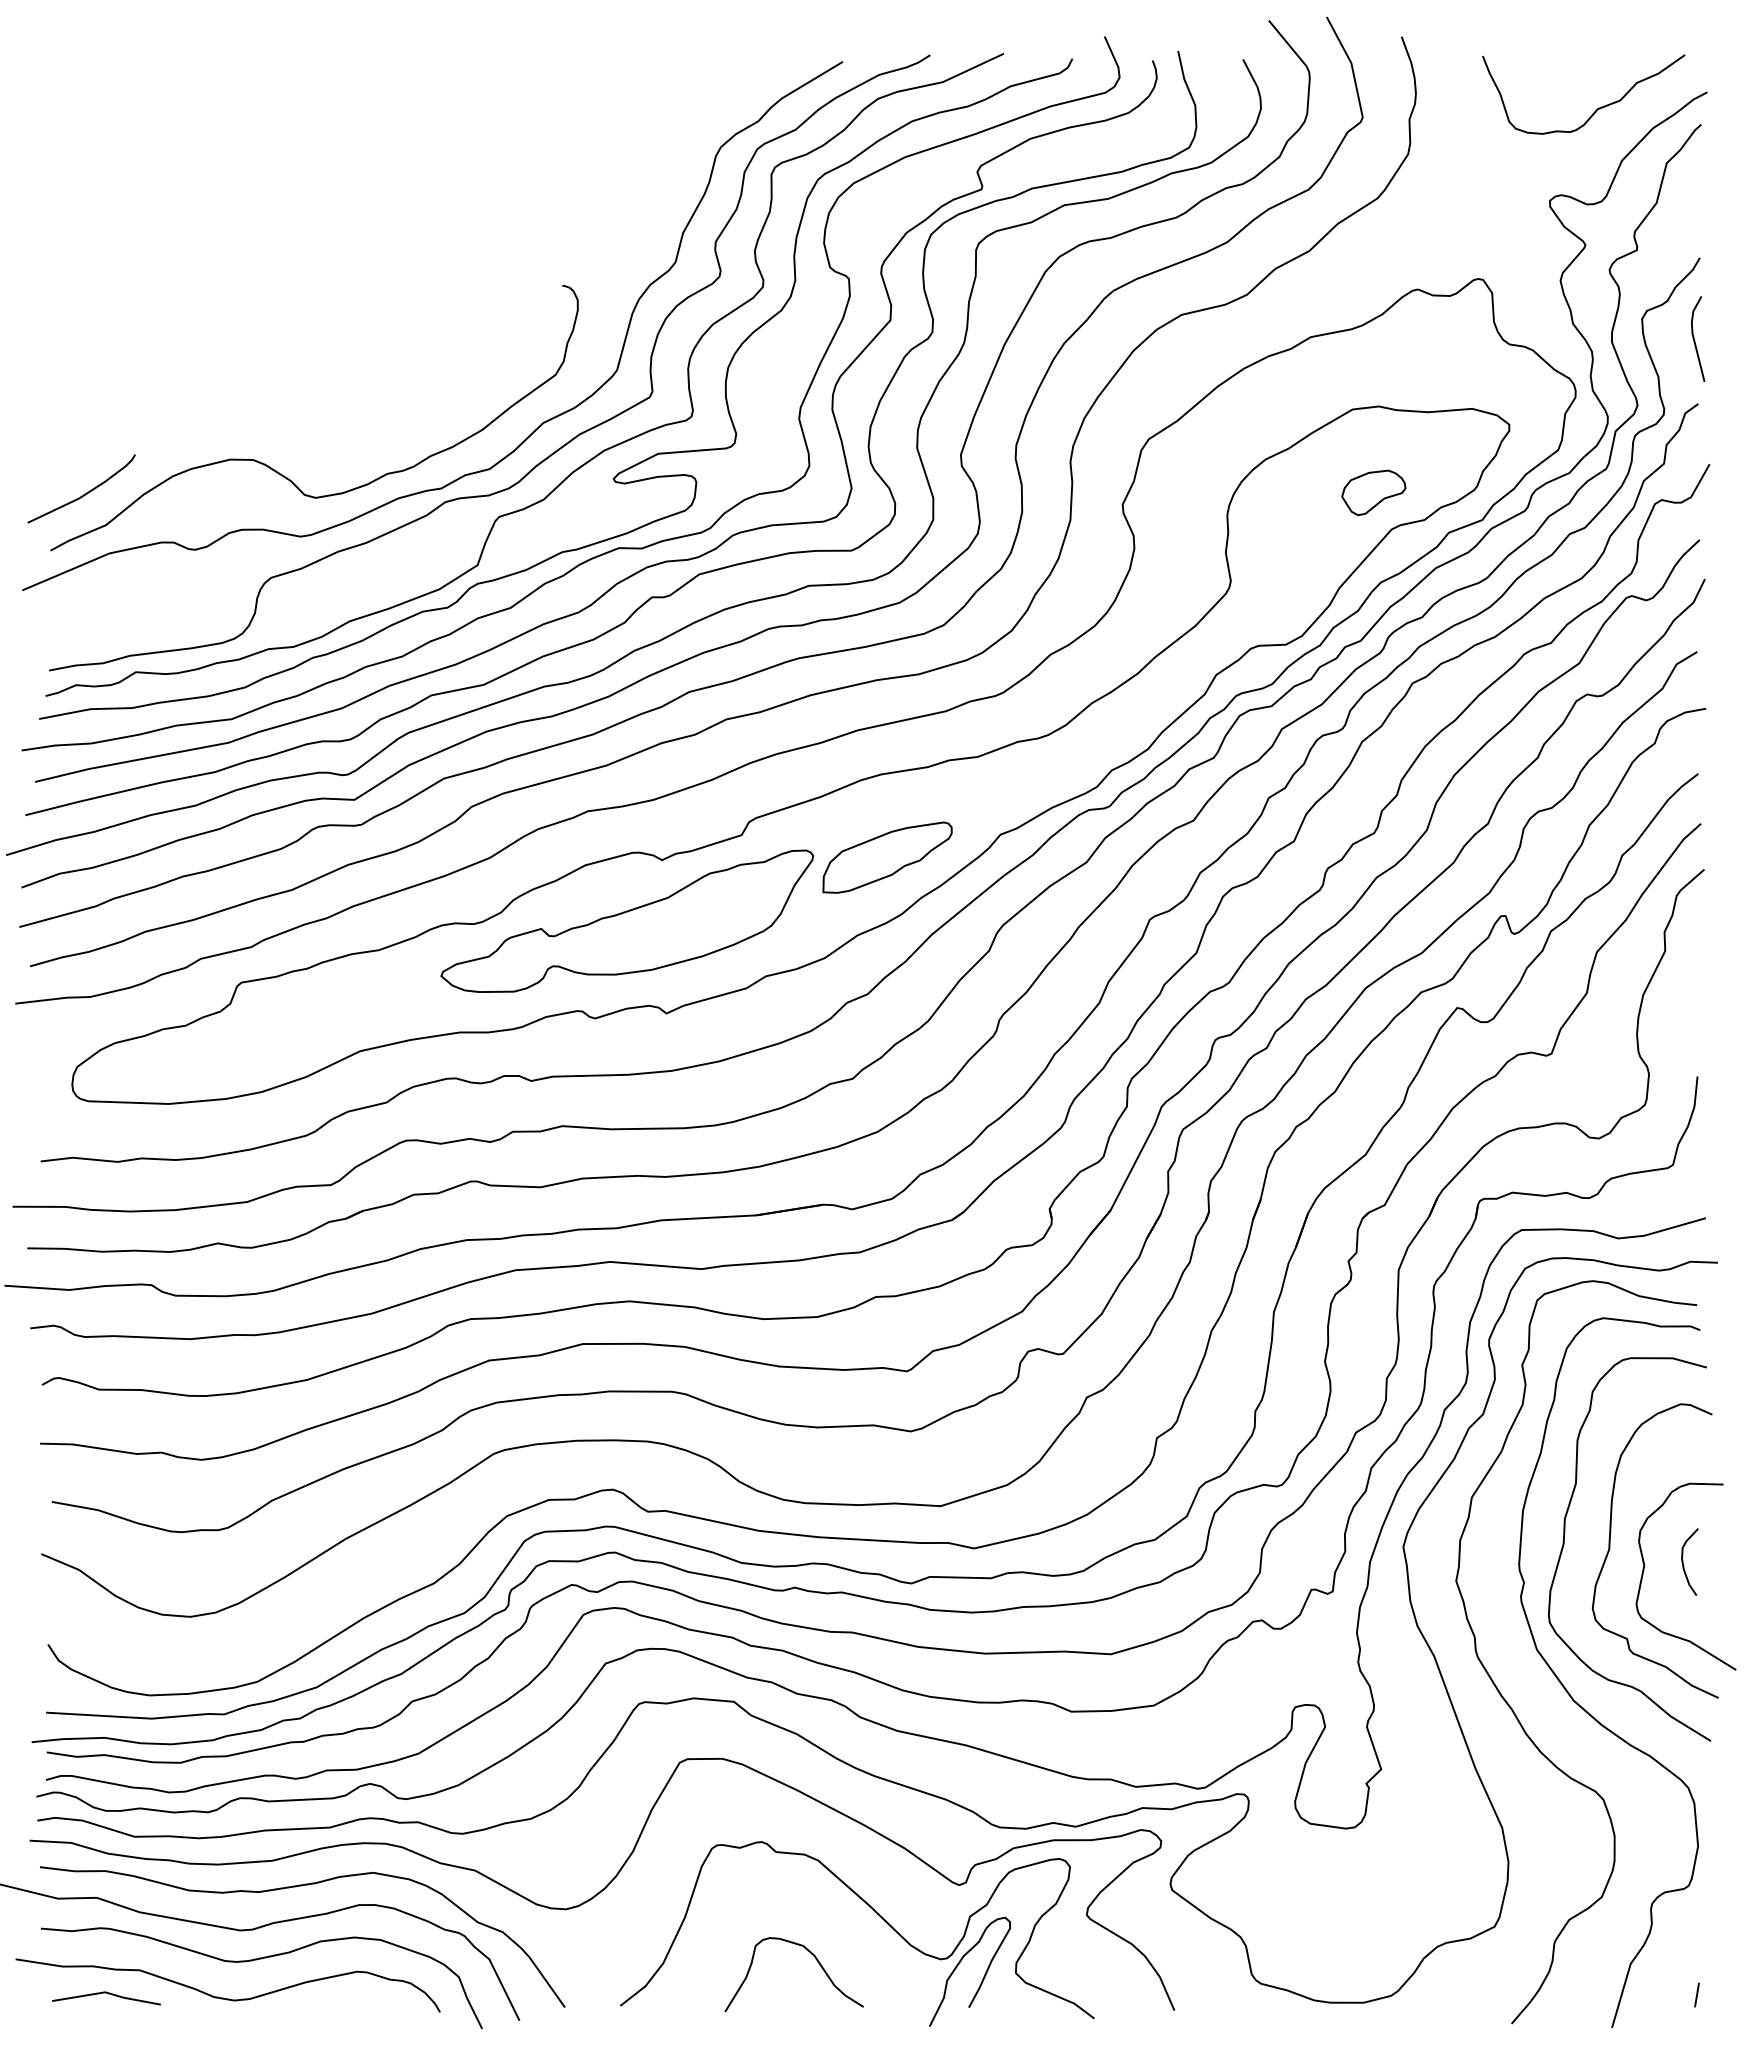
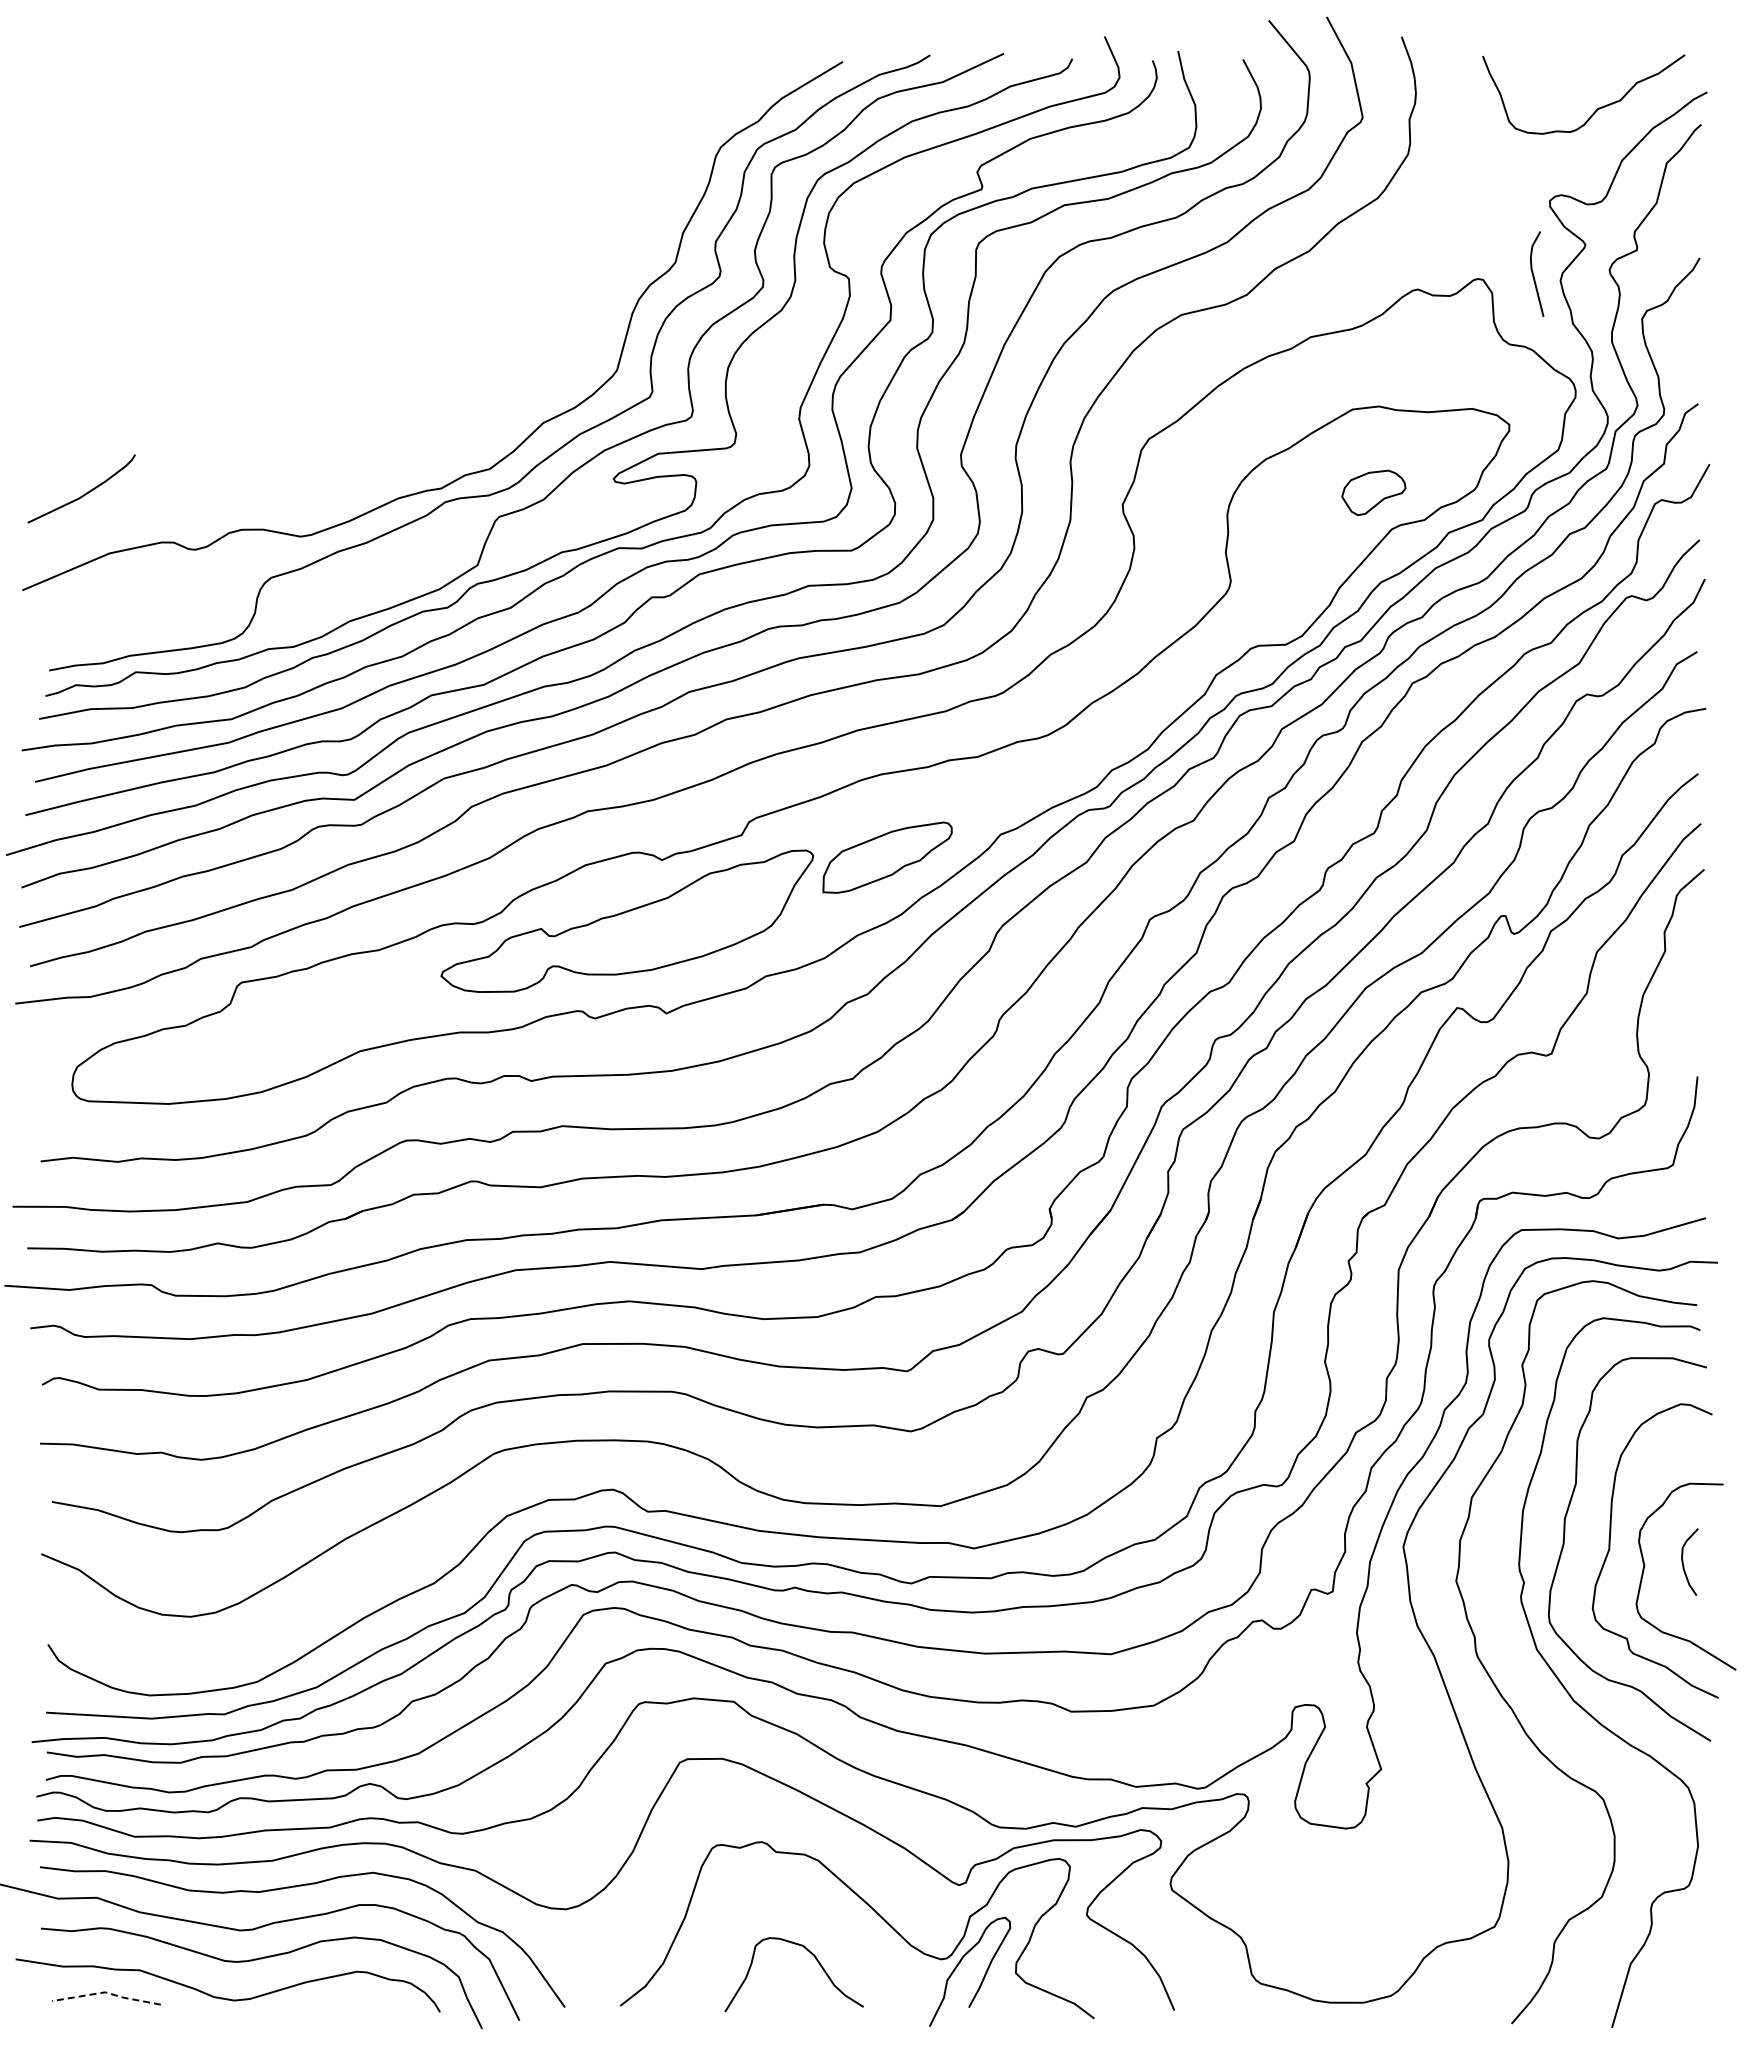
line at (1695, 340) position: (1695, 340) -> (1534, 275)
curve at (281, 473): present -> none
line at (107, 1992): solid -> dashed
line at (1696, 1994): present -> none
